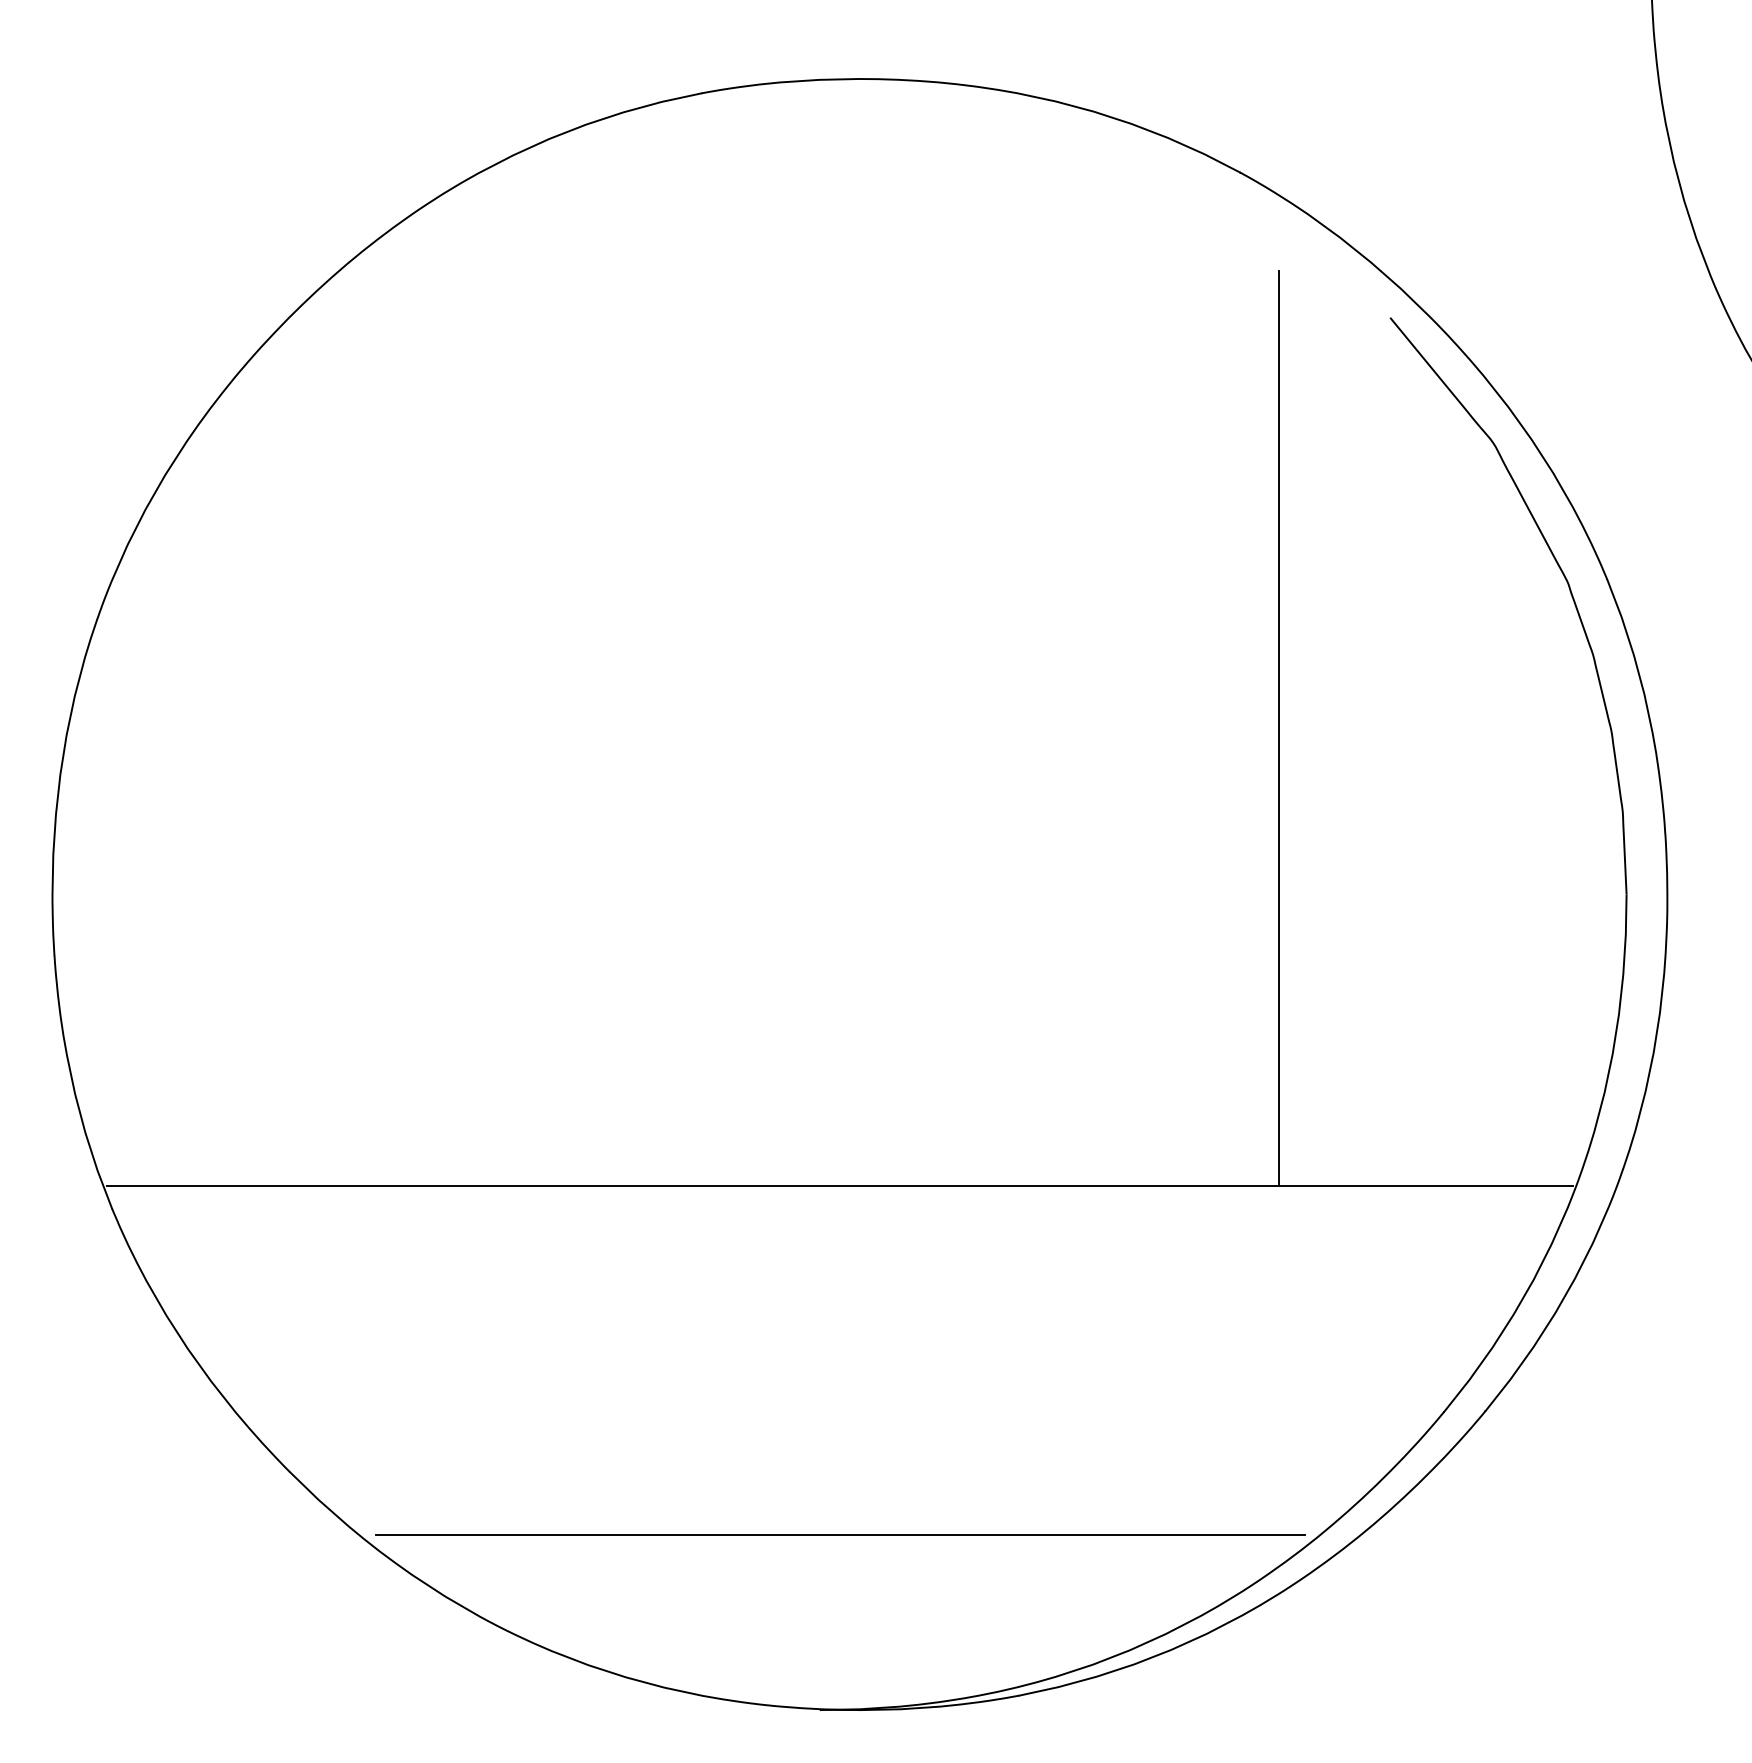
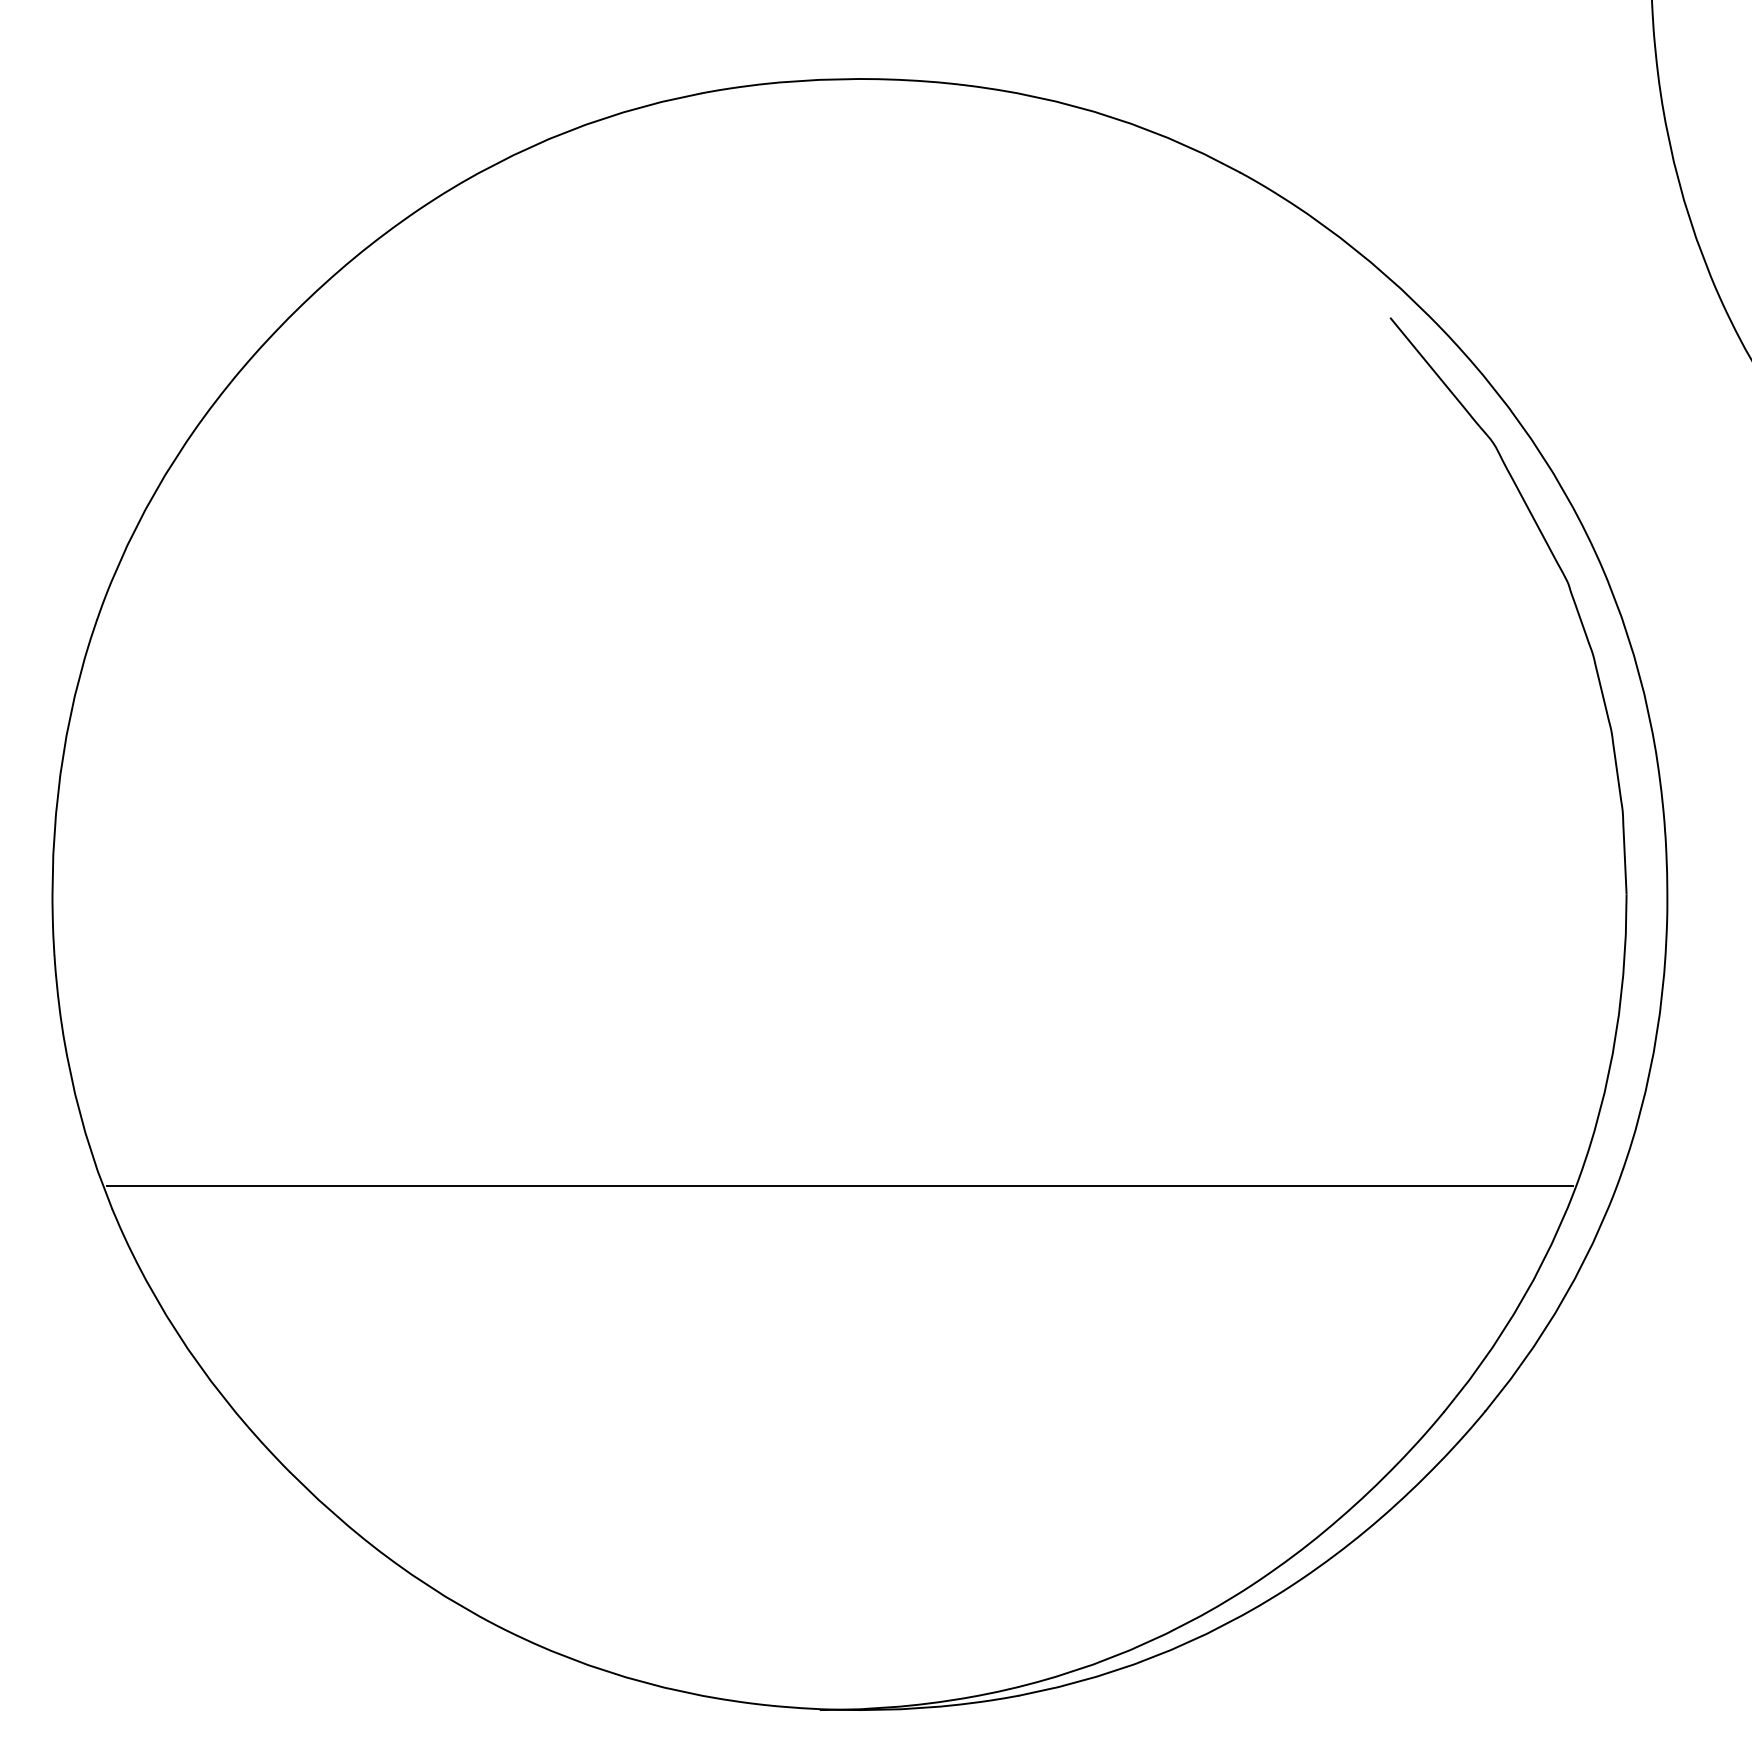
line at (1278, 728): present -> none
line at (839, 1535): present -> none
